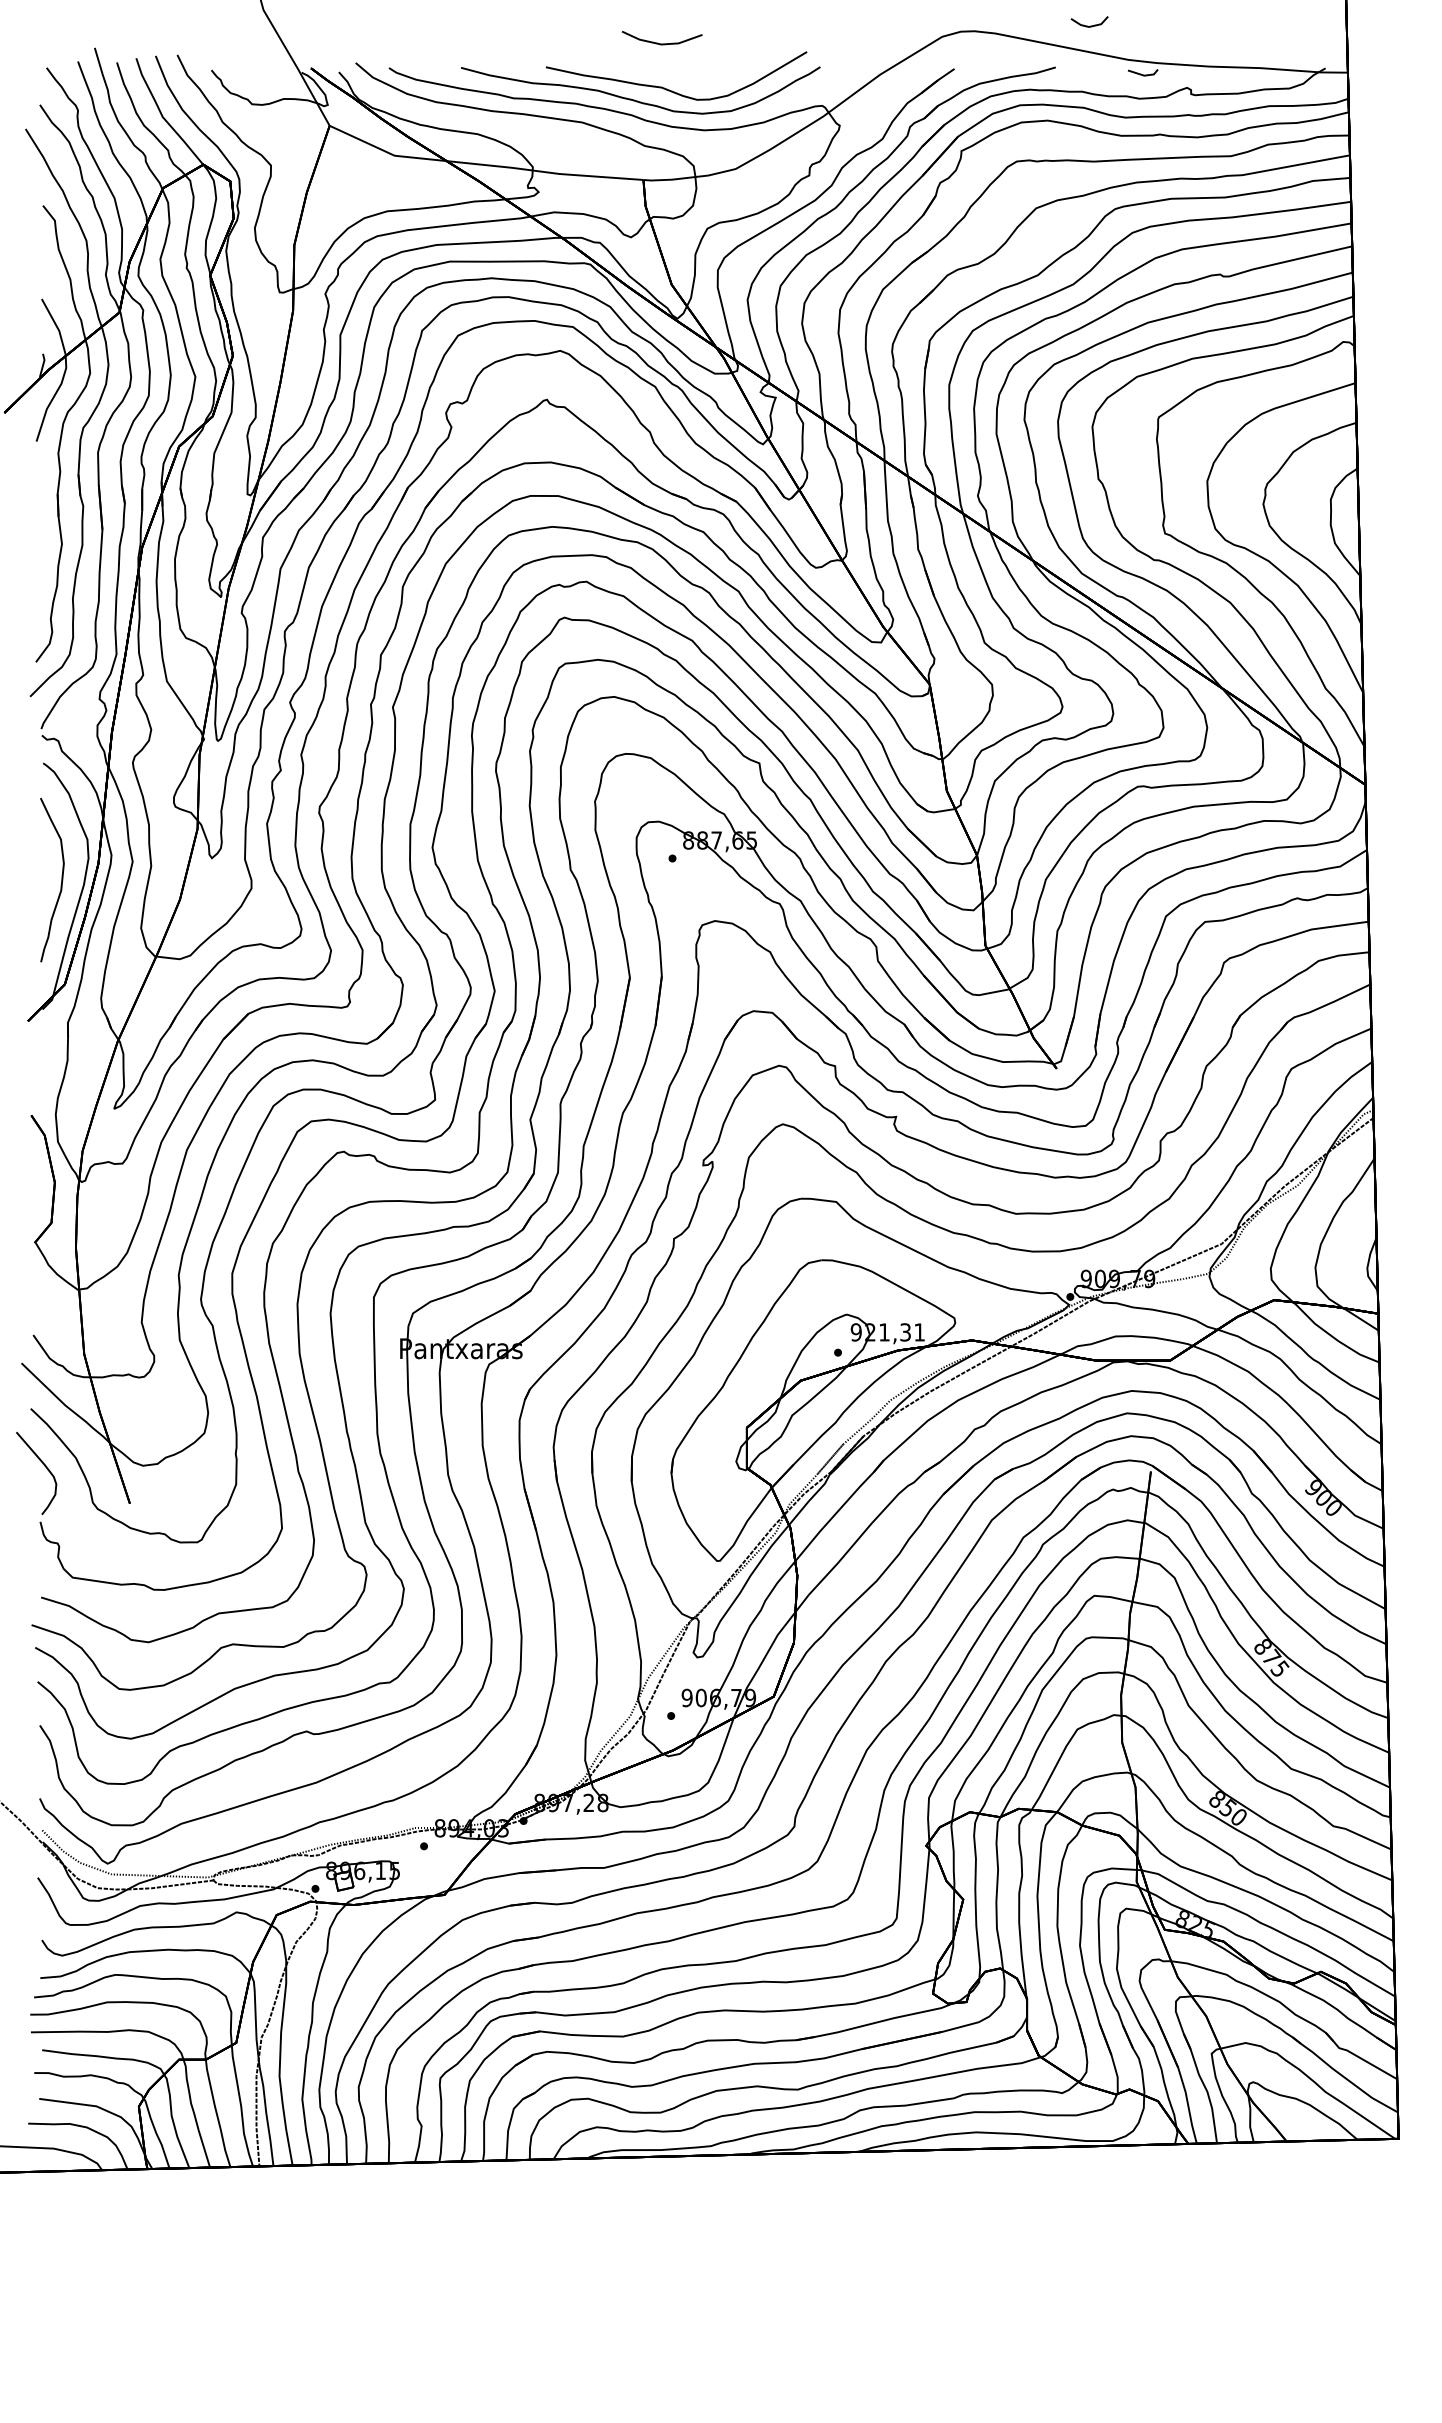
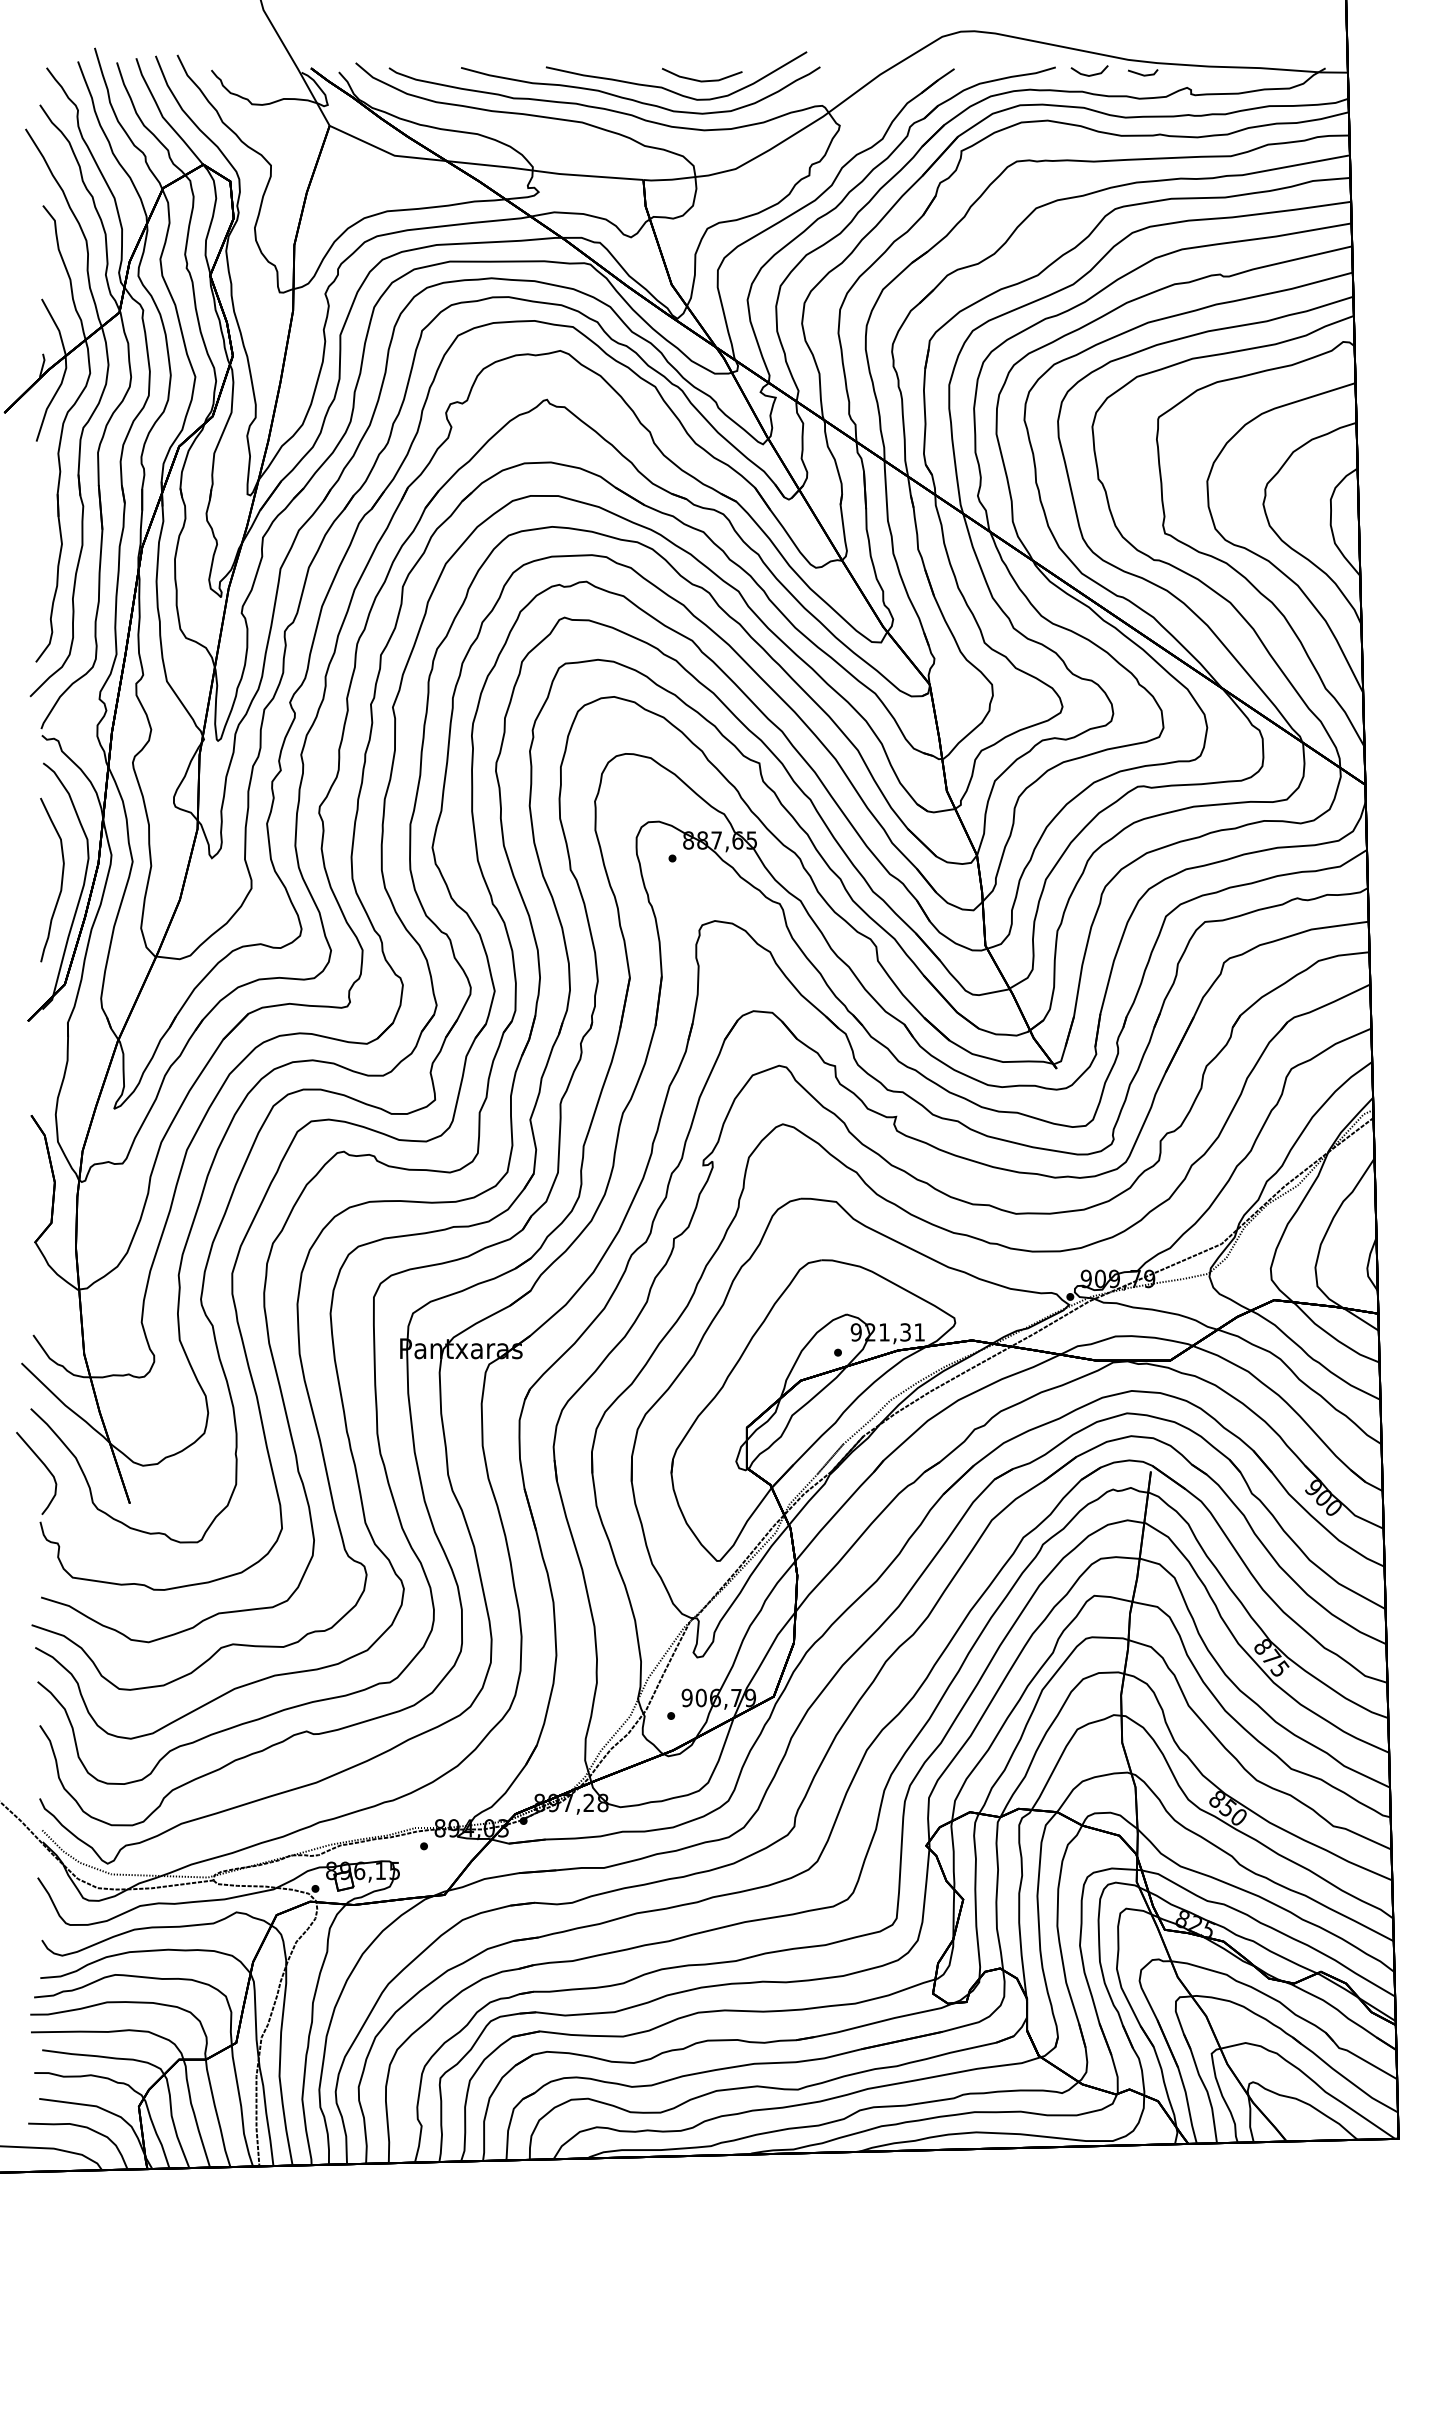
line at (1090, 25) position: (1090, 25) -> (1090, 74)
line at (661, 43) position: (661, 43) -> (701, 80)
